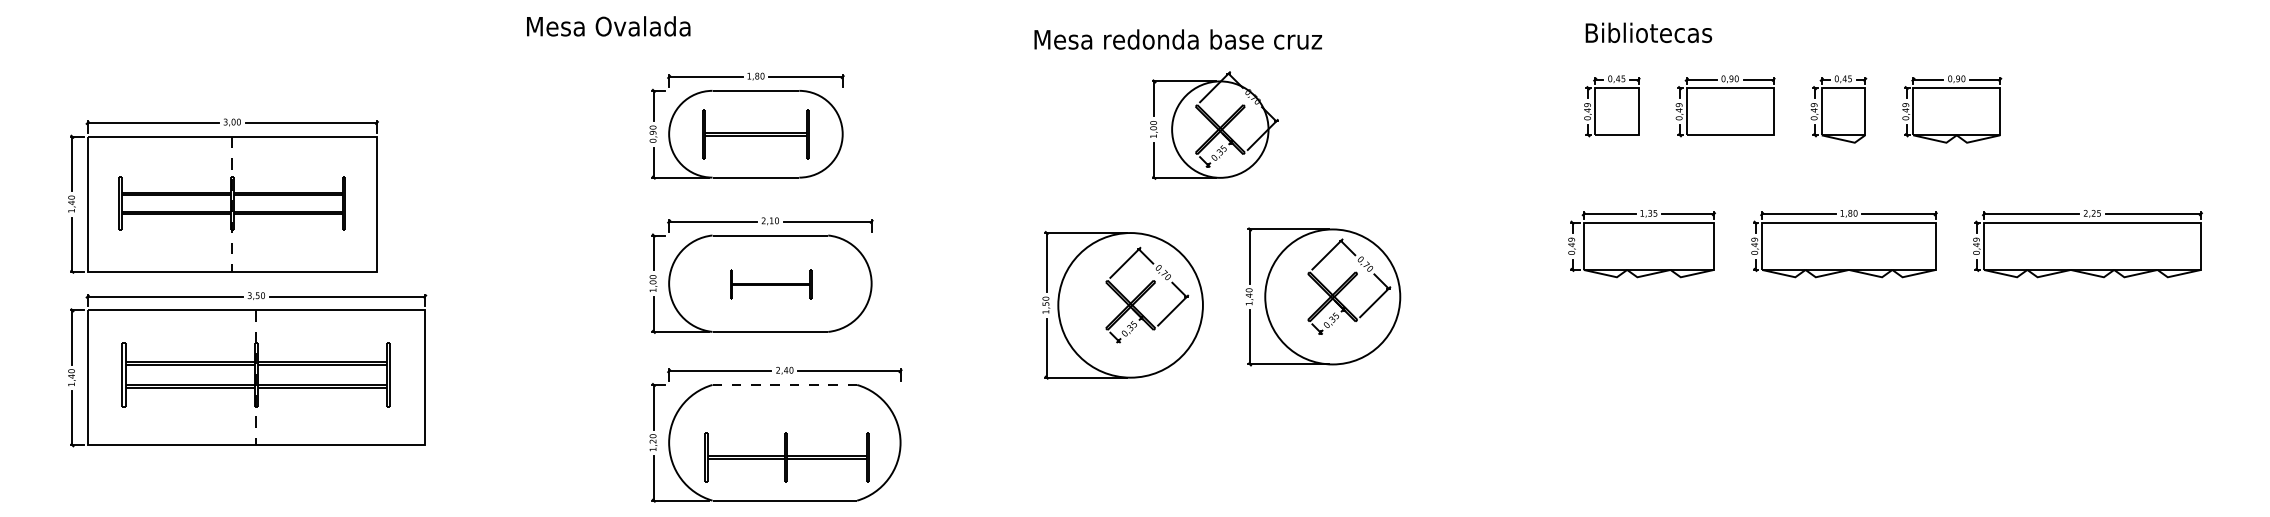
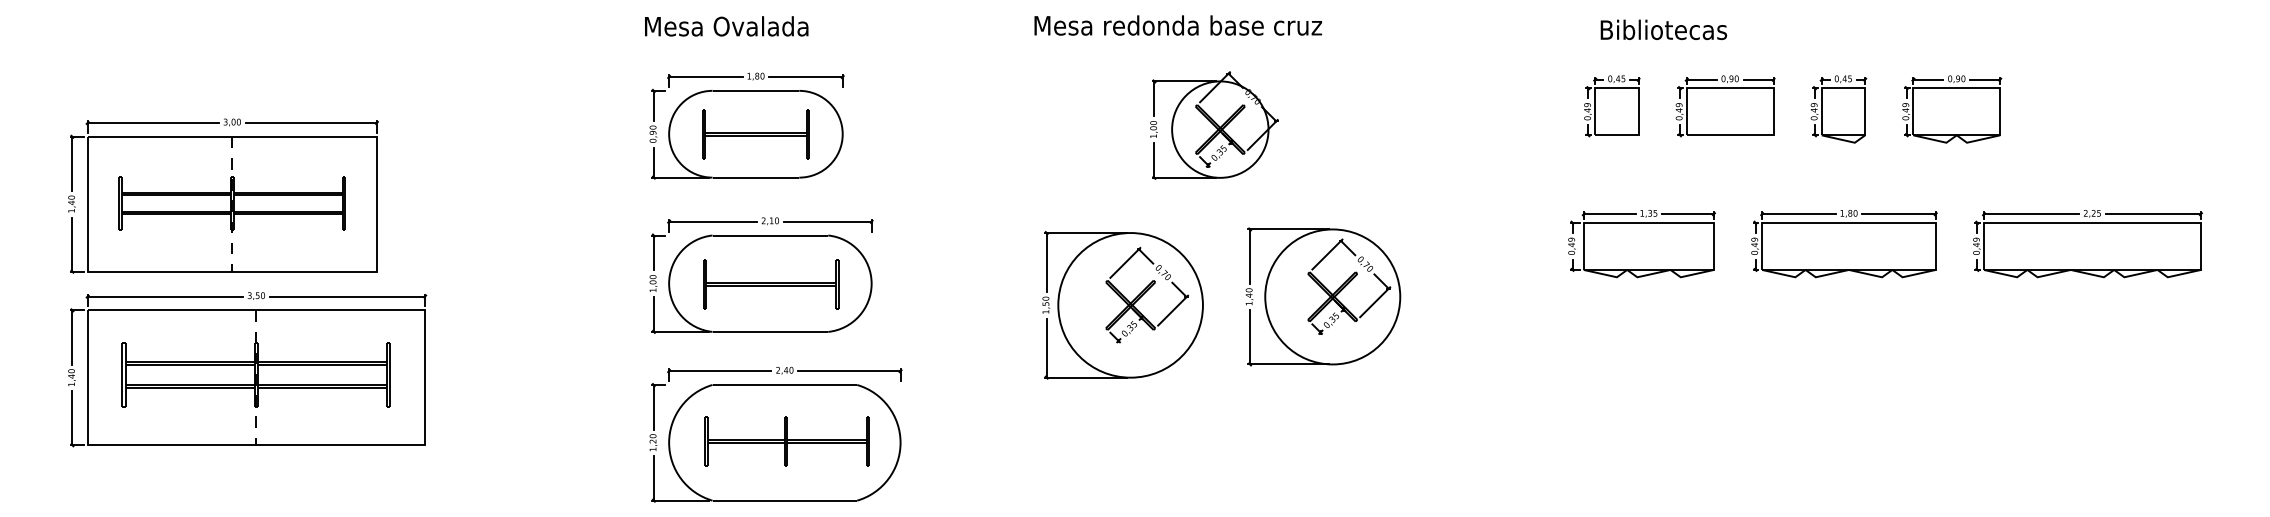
text at (608, 26) position: (608, 26) -> (726, 26)
text at (1648, 32) position: (1648, 32) -> (1663, 29)
text at (1177, 39) position: (1177, 39) -> (1177, 25)
part at (771, 284) size: 83x31 px -> 137x51 px
line at (785, 384): dashed -> solid
part at (786, 457) position: (786, 457) -> (786, 441)
